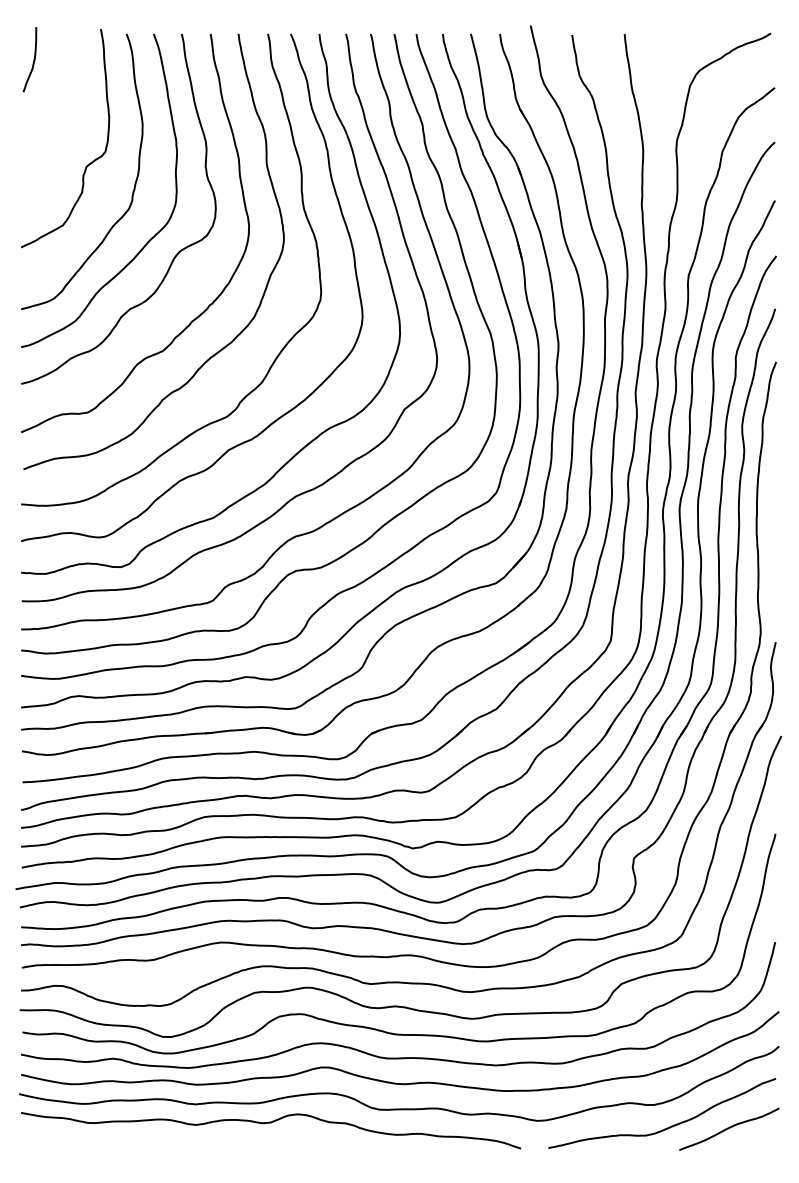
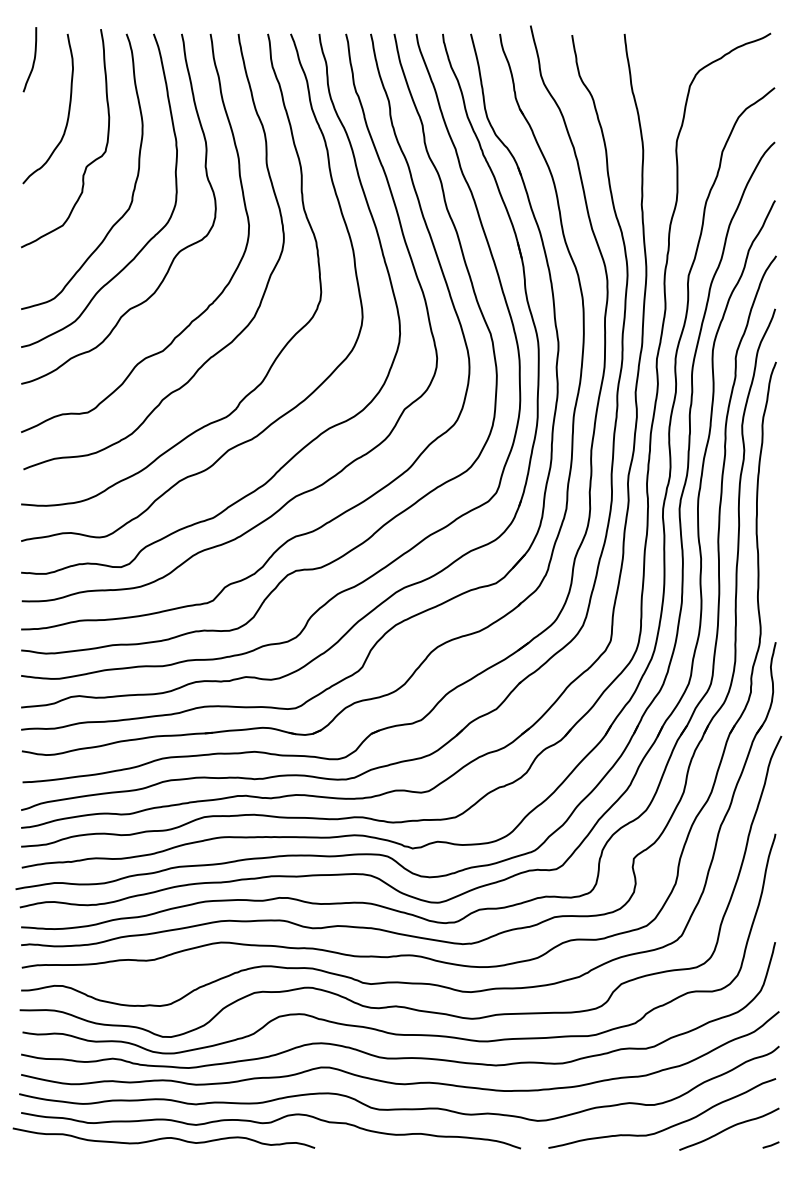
curve at (67, 114): none -> present
curve at (163, 1137): none -> present
line at (770, 1144): none -> present
